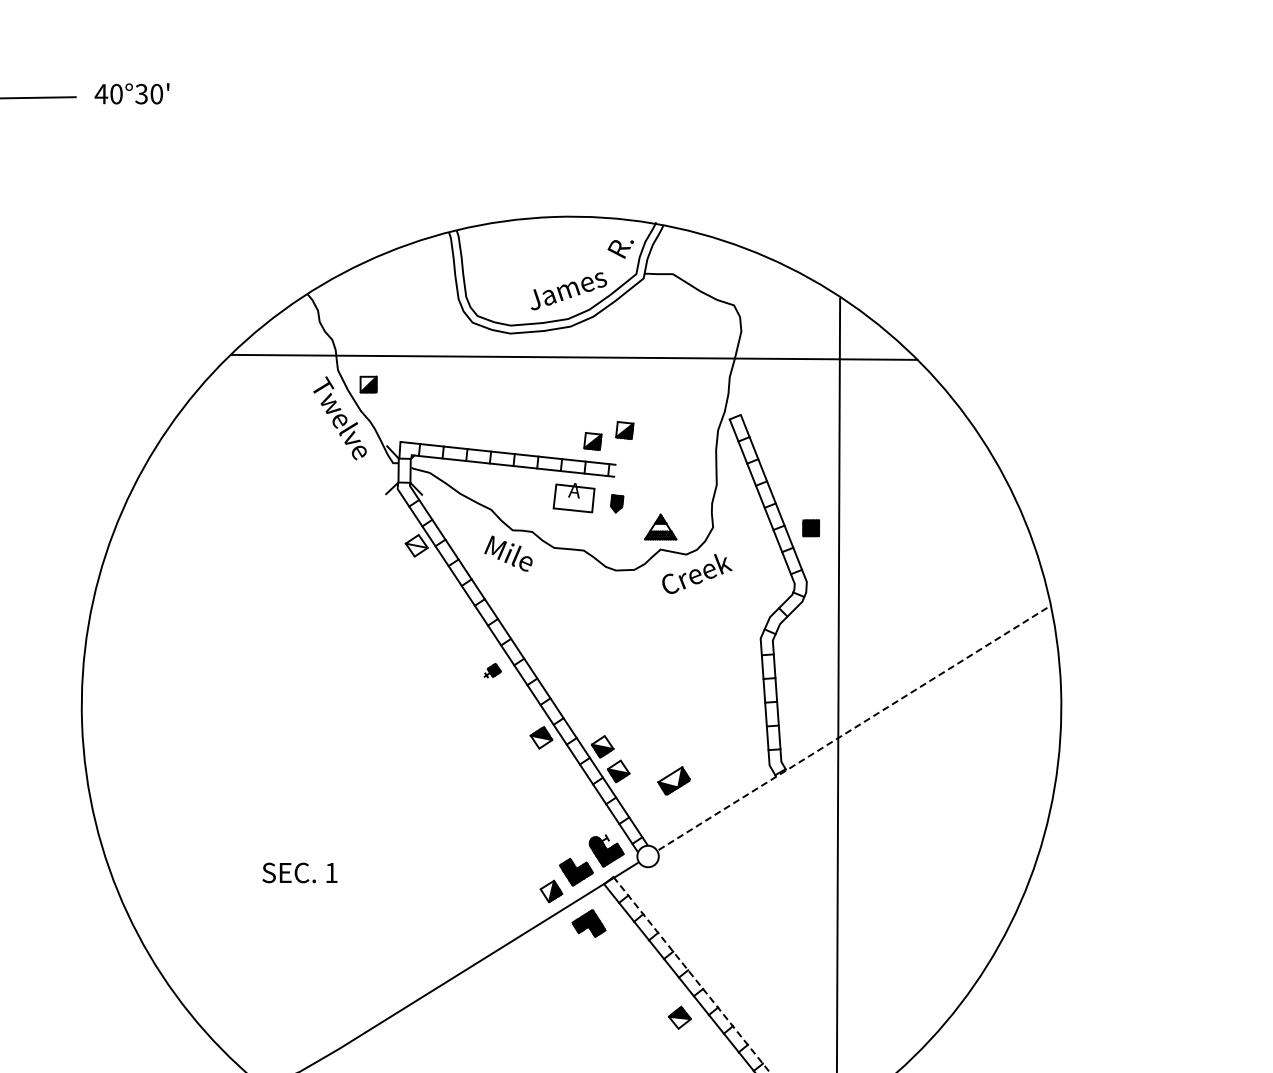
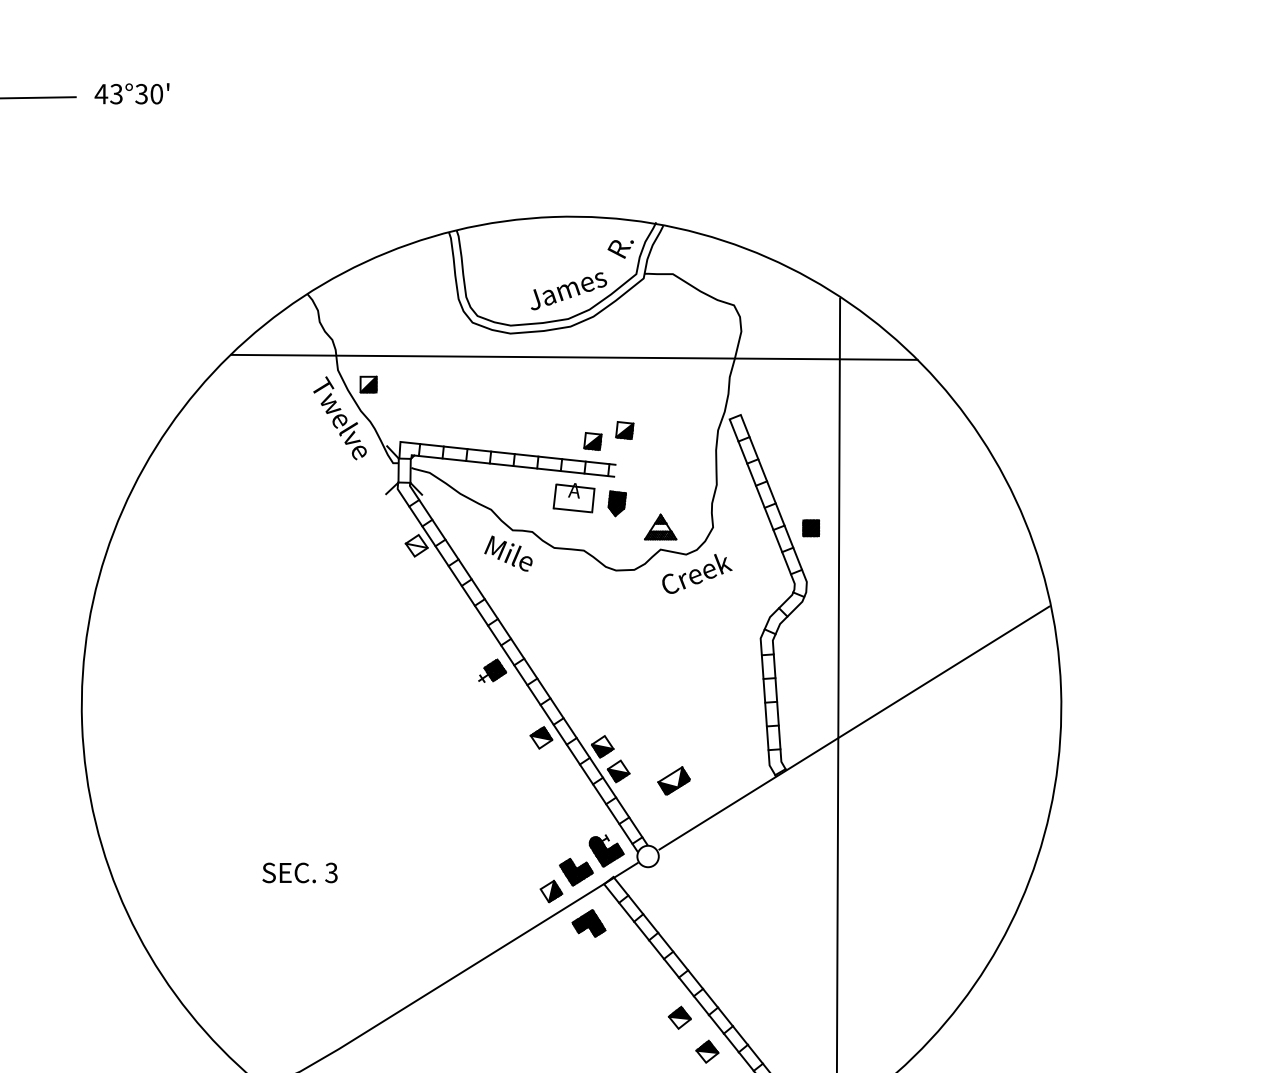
text at (116, 94): 40°30' -> 43°30'
part at (617, 503) size: 15x20 px -> 20x28 px
part at (492, 670) size: 19x16 px -> 30x25 px
line at (854, 728): dashed -> solid
text at (331, 872): 1 -> 3
line at (692, 975): dashed -> solid
part at (707, 1051): none -> present
